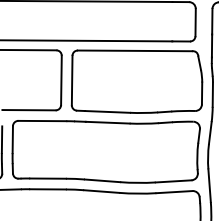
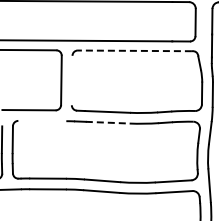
line at (134, 50): solid -> dashed
line at (71, 80): present -> none
line at (42, 120): present -> none
line at (107, 122): solid -> dashed
